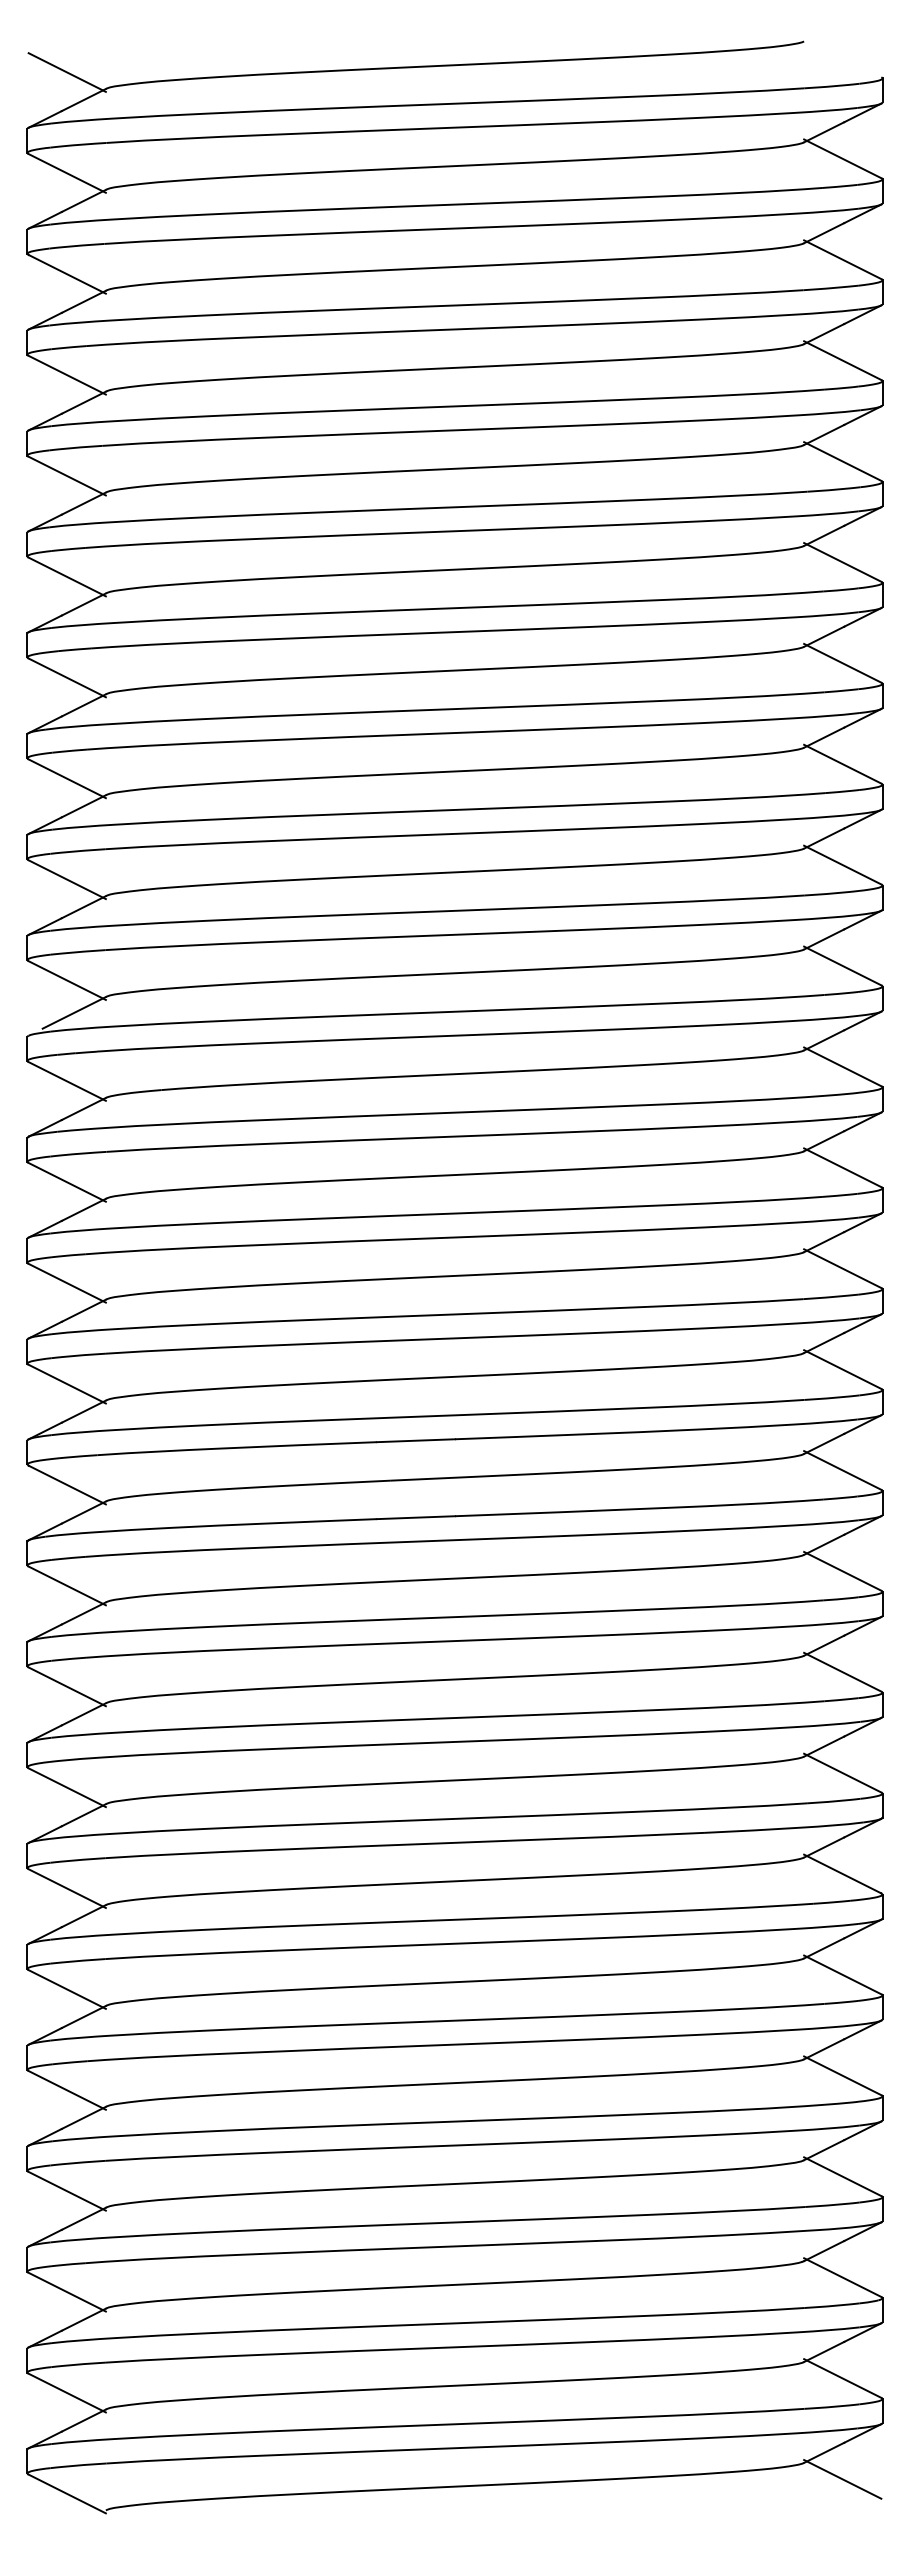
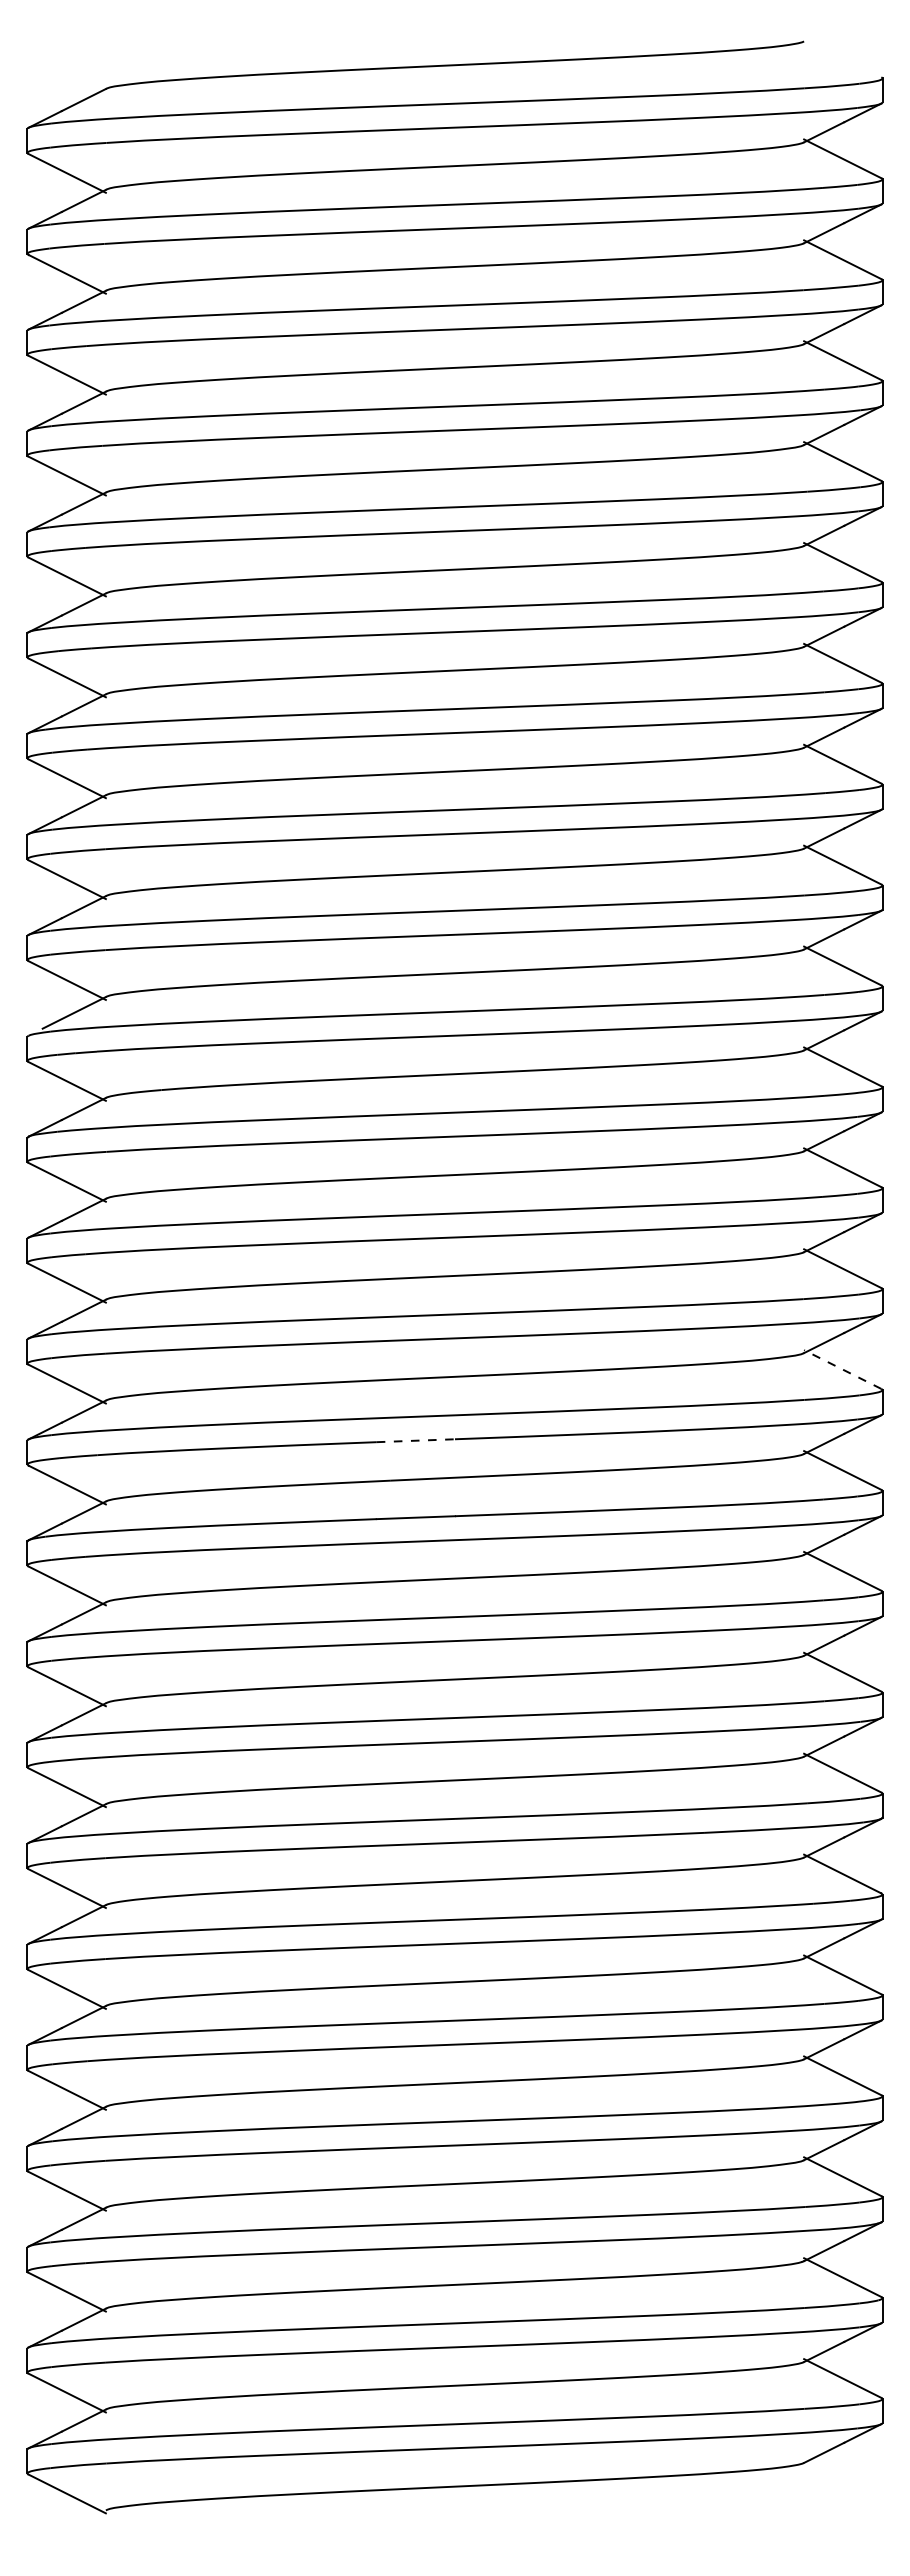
line at (66, 72): present -> none
line at (842, 1369): solid -> dashed
line at (416, 1440): solid -> dashed
line at (842, 2479): present -> none
